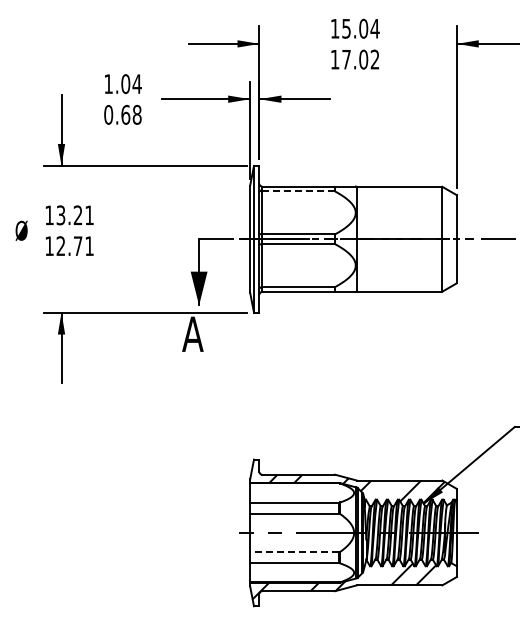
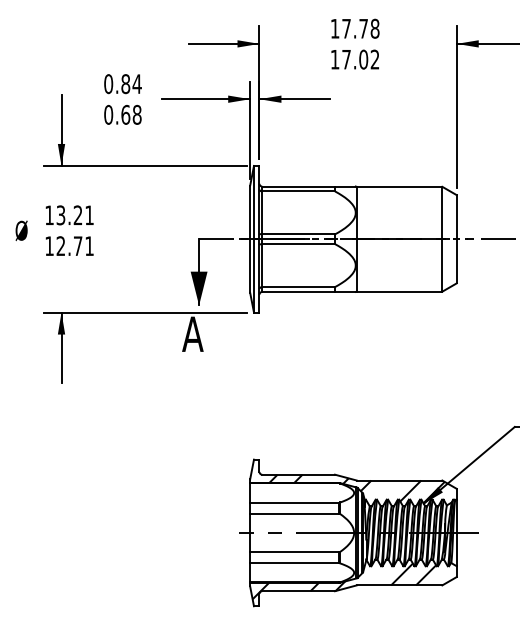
text at (360, 28): 15.04 -> 17.78
text at (117, 84): 1.04 -> 0.84
line at (299, 191): dashed -> solid
line at (294, 552): dashed -> solid
